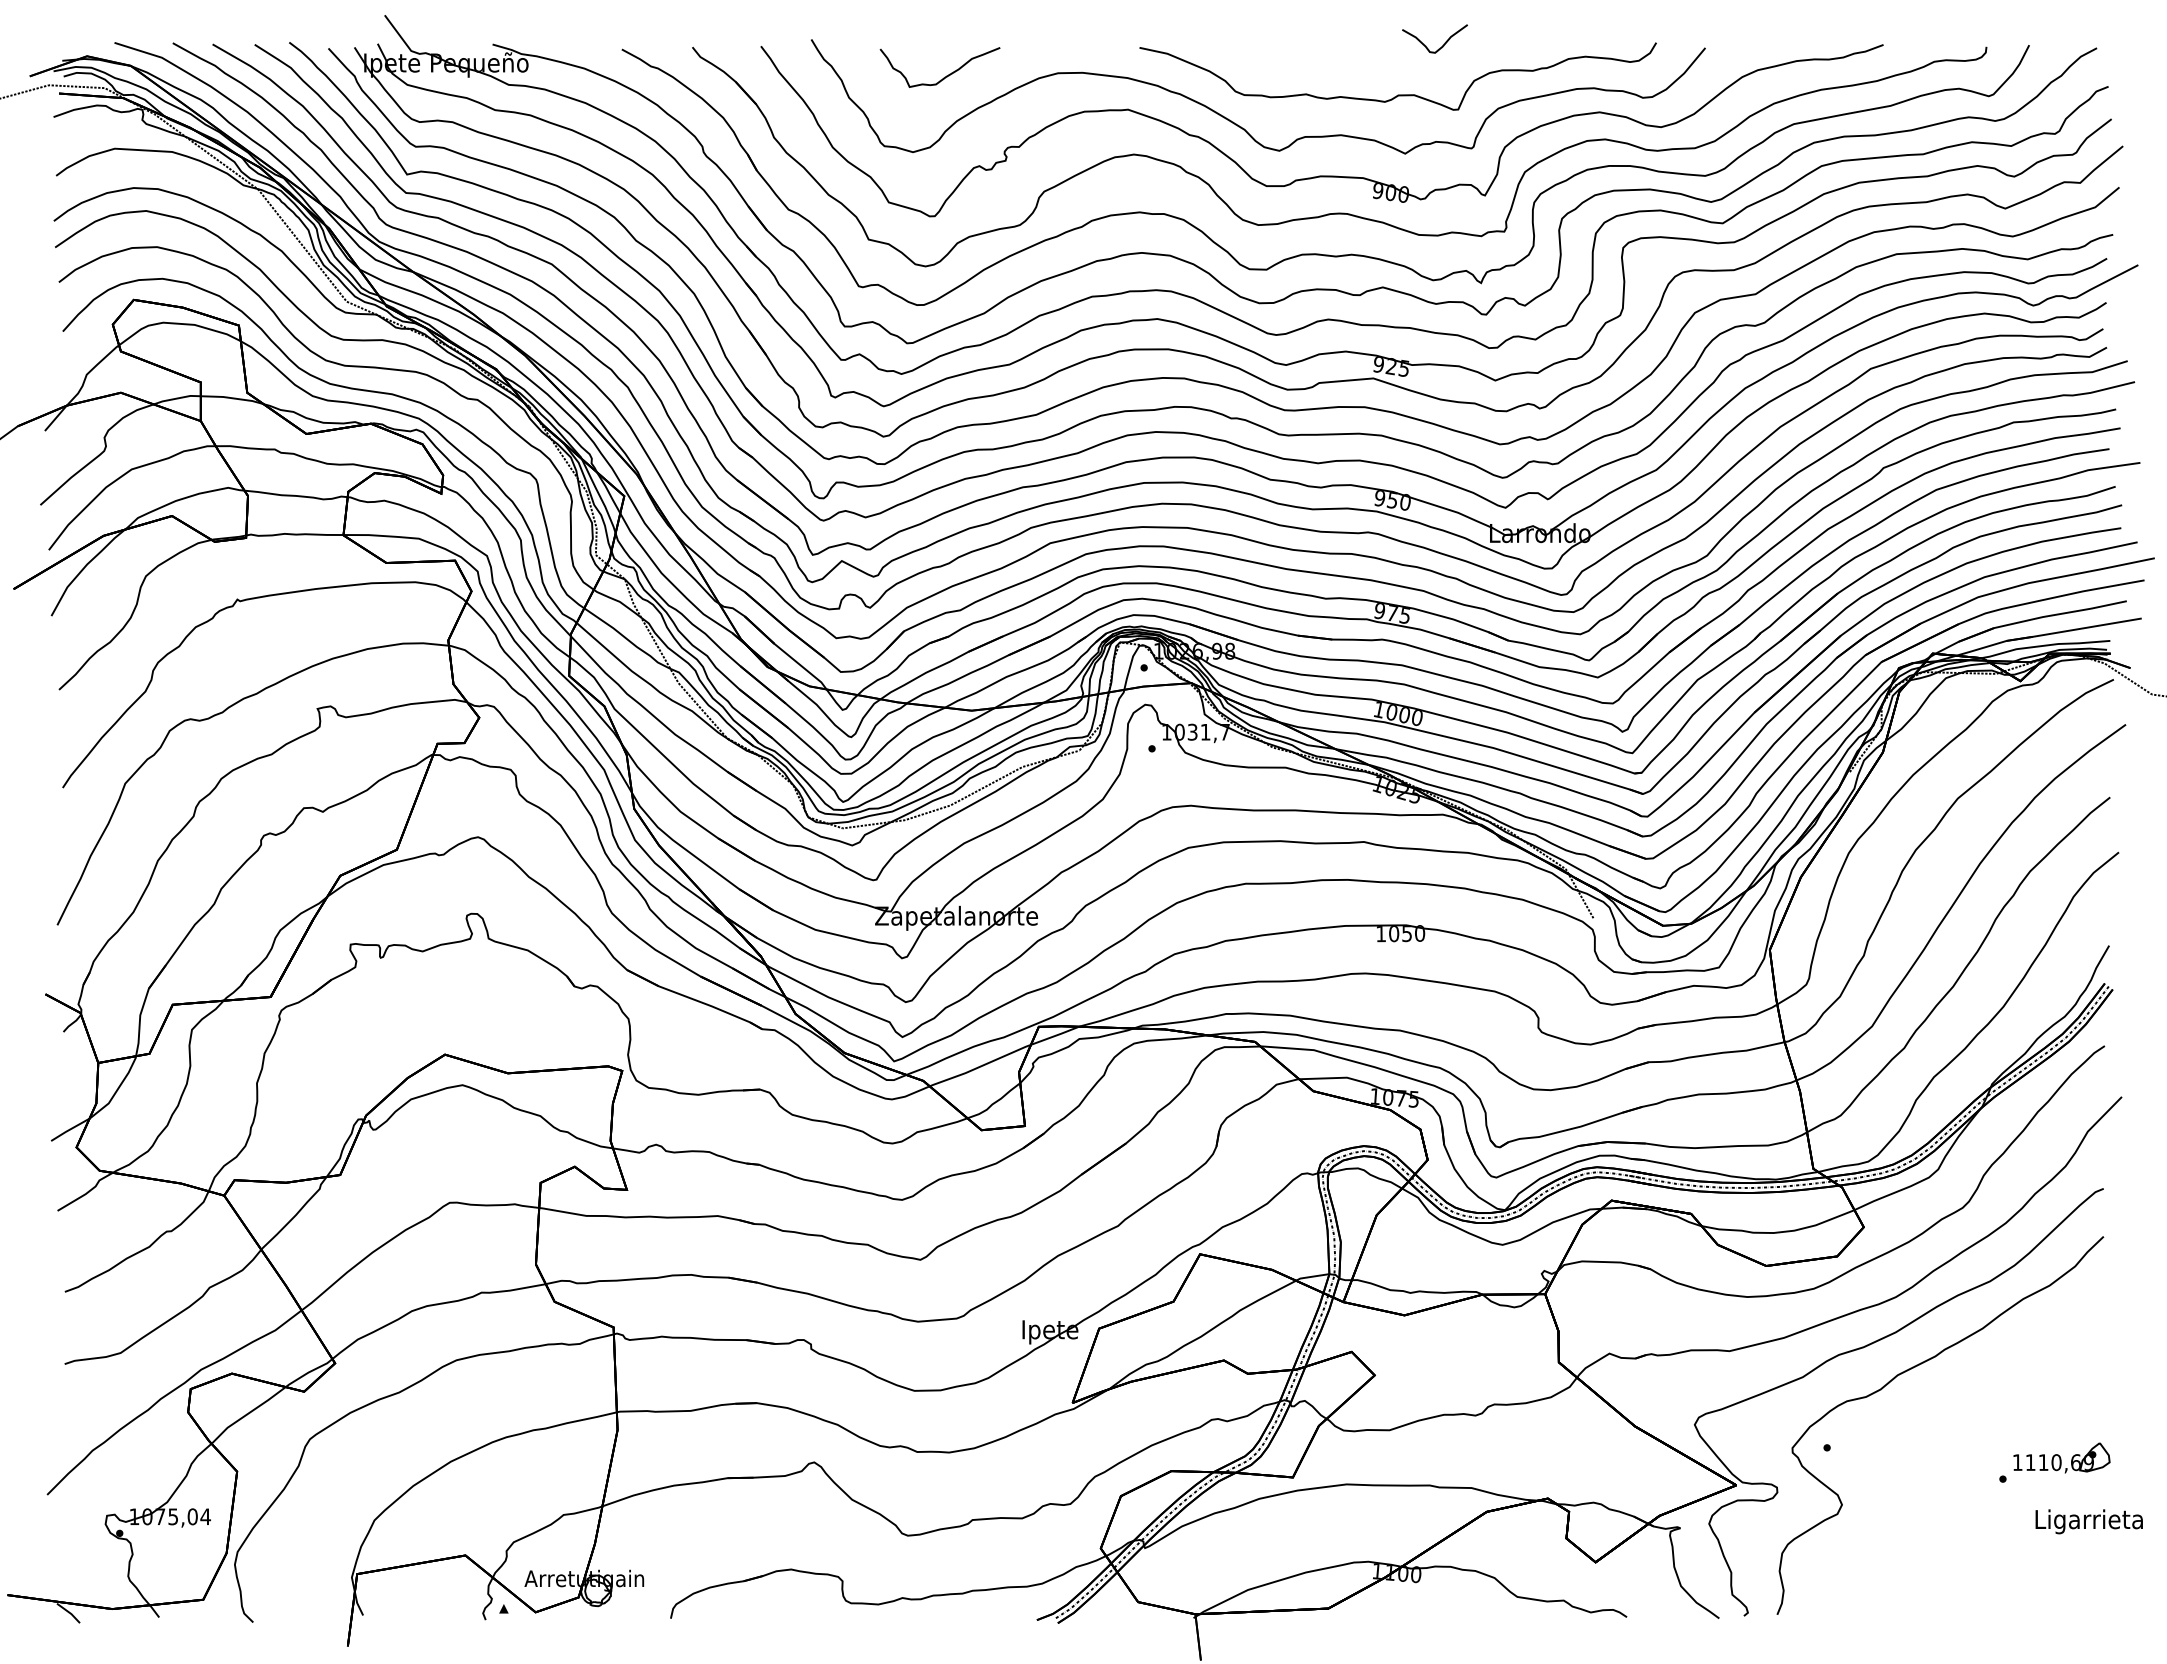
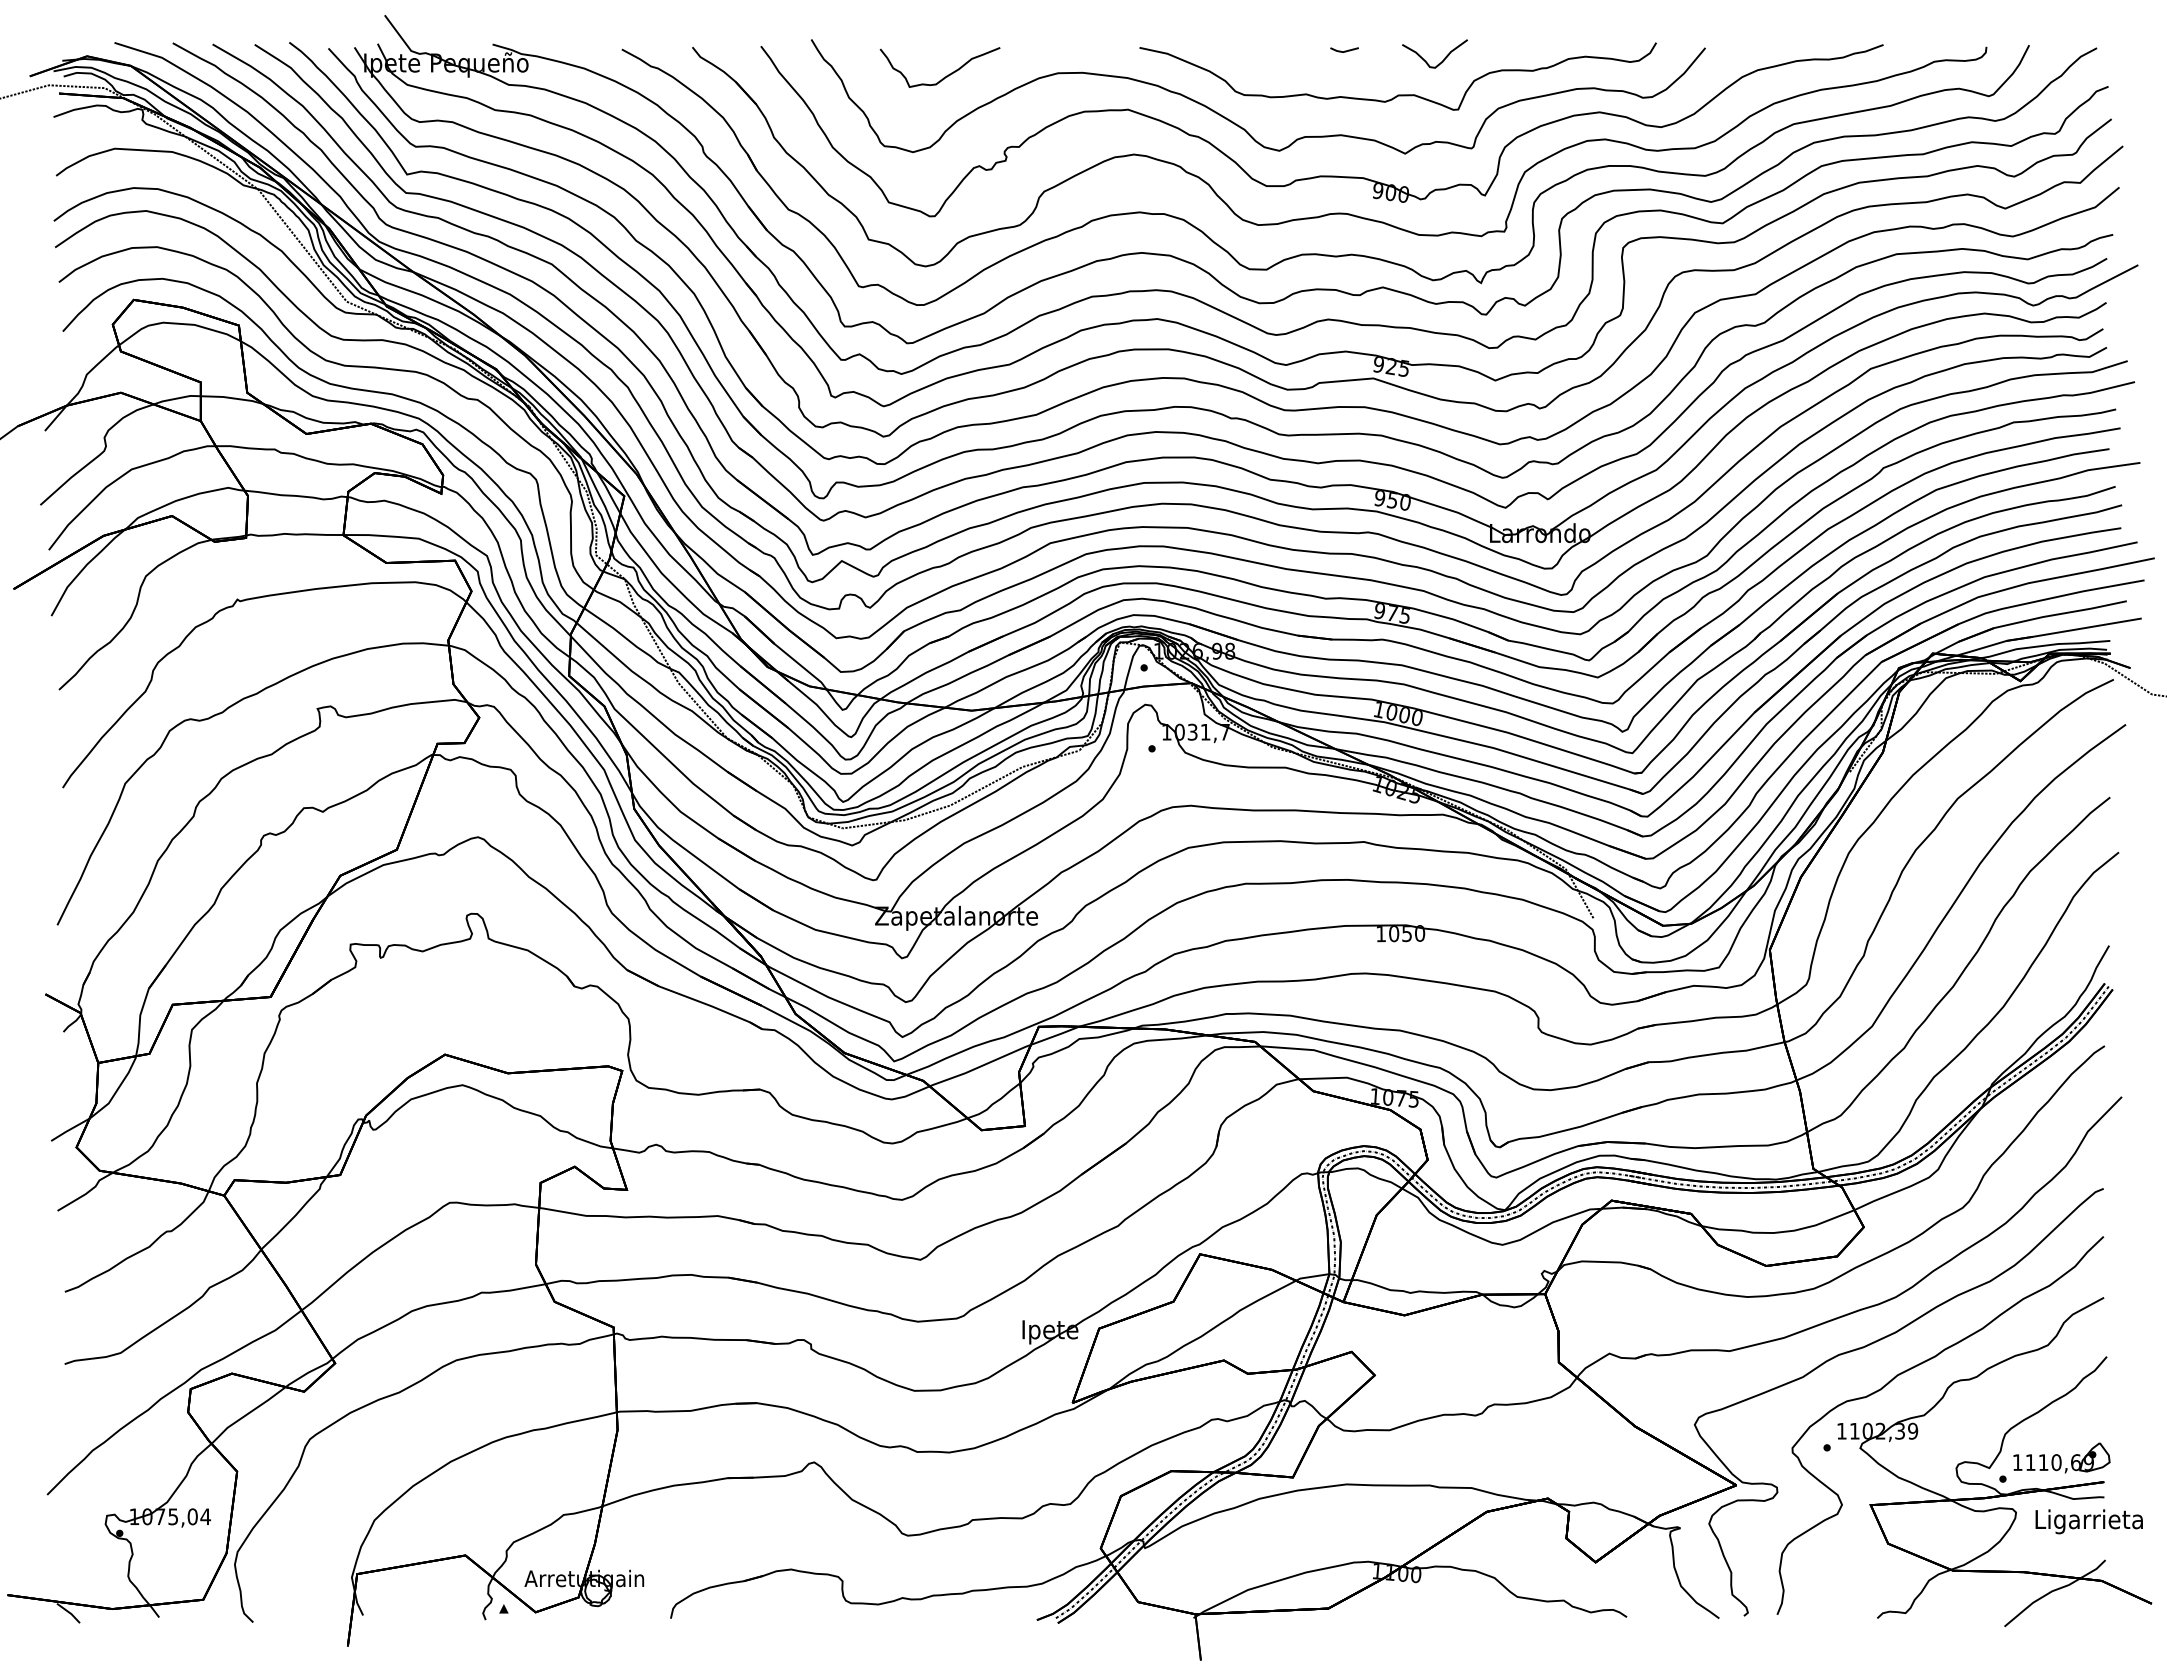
curve at (1442, 45) position: (1442, 45) -> (1442, 60)
line at (1344, 50): none -> present
part at (1994, 1462): none -> present
